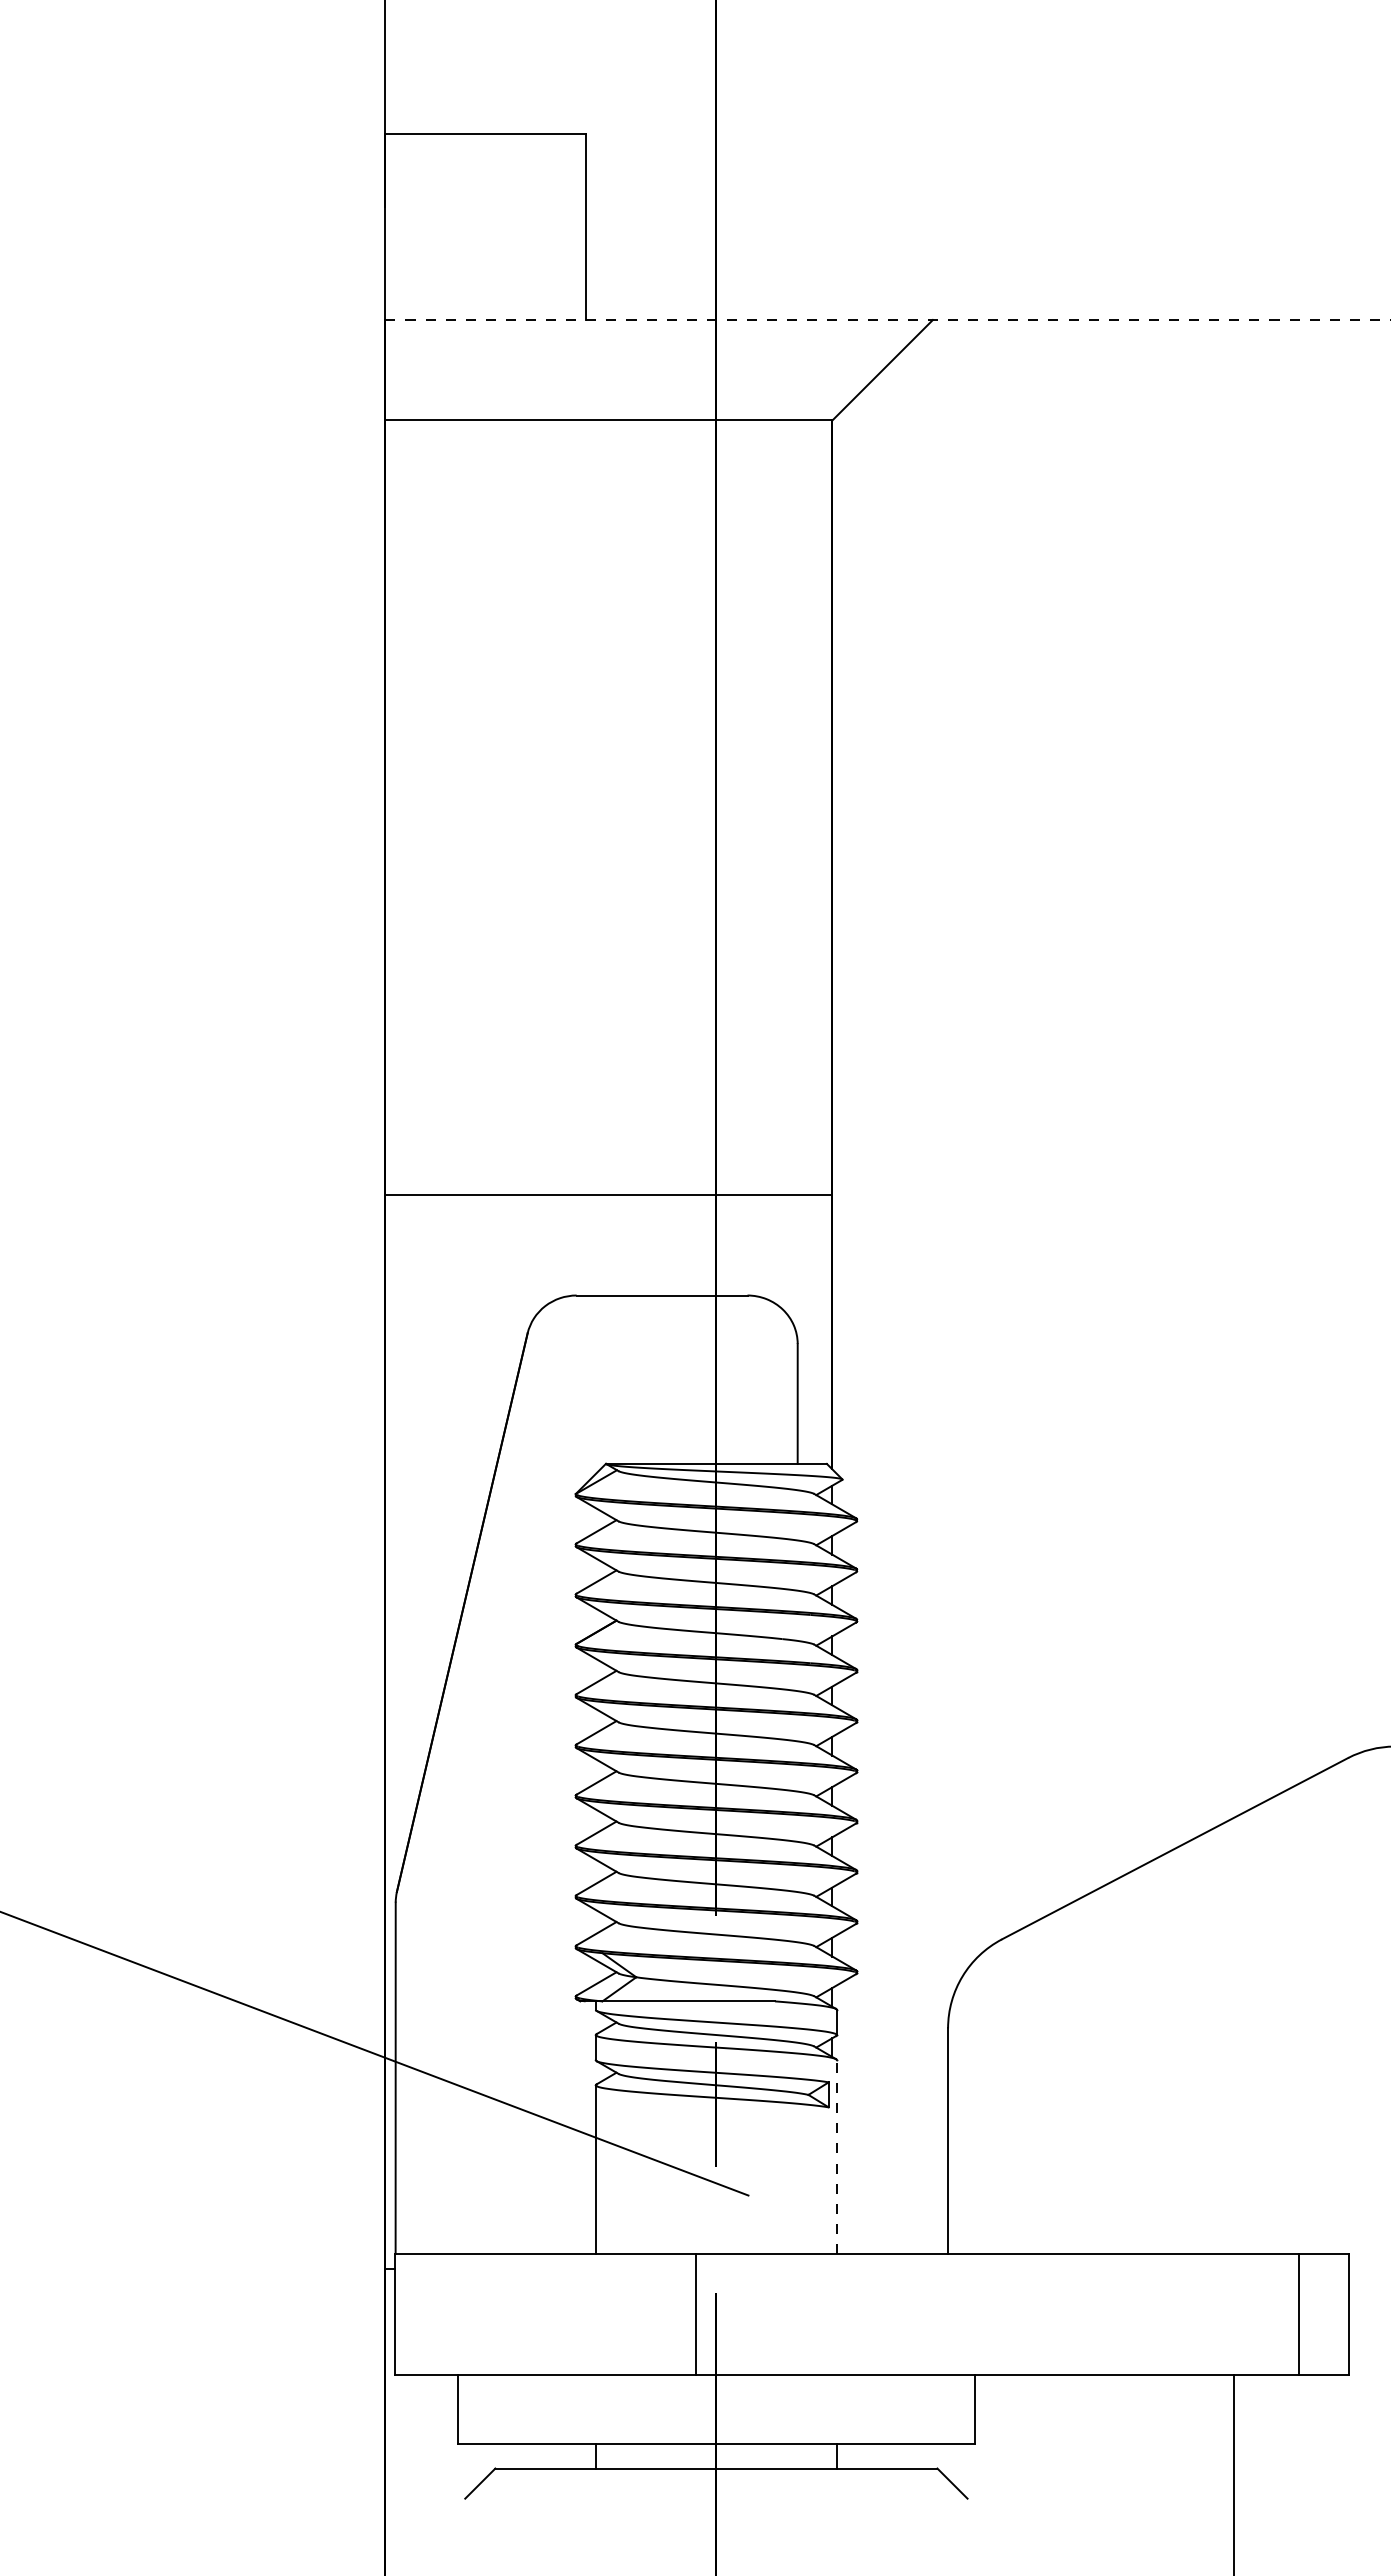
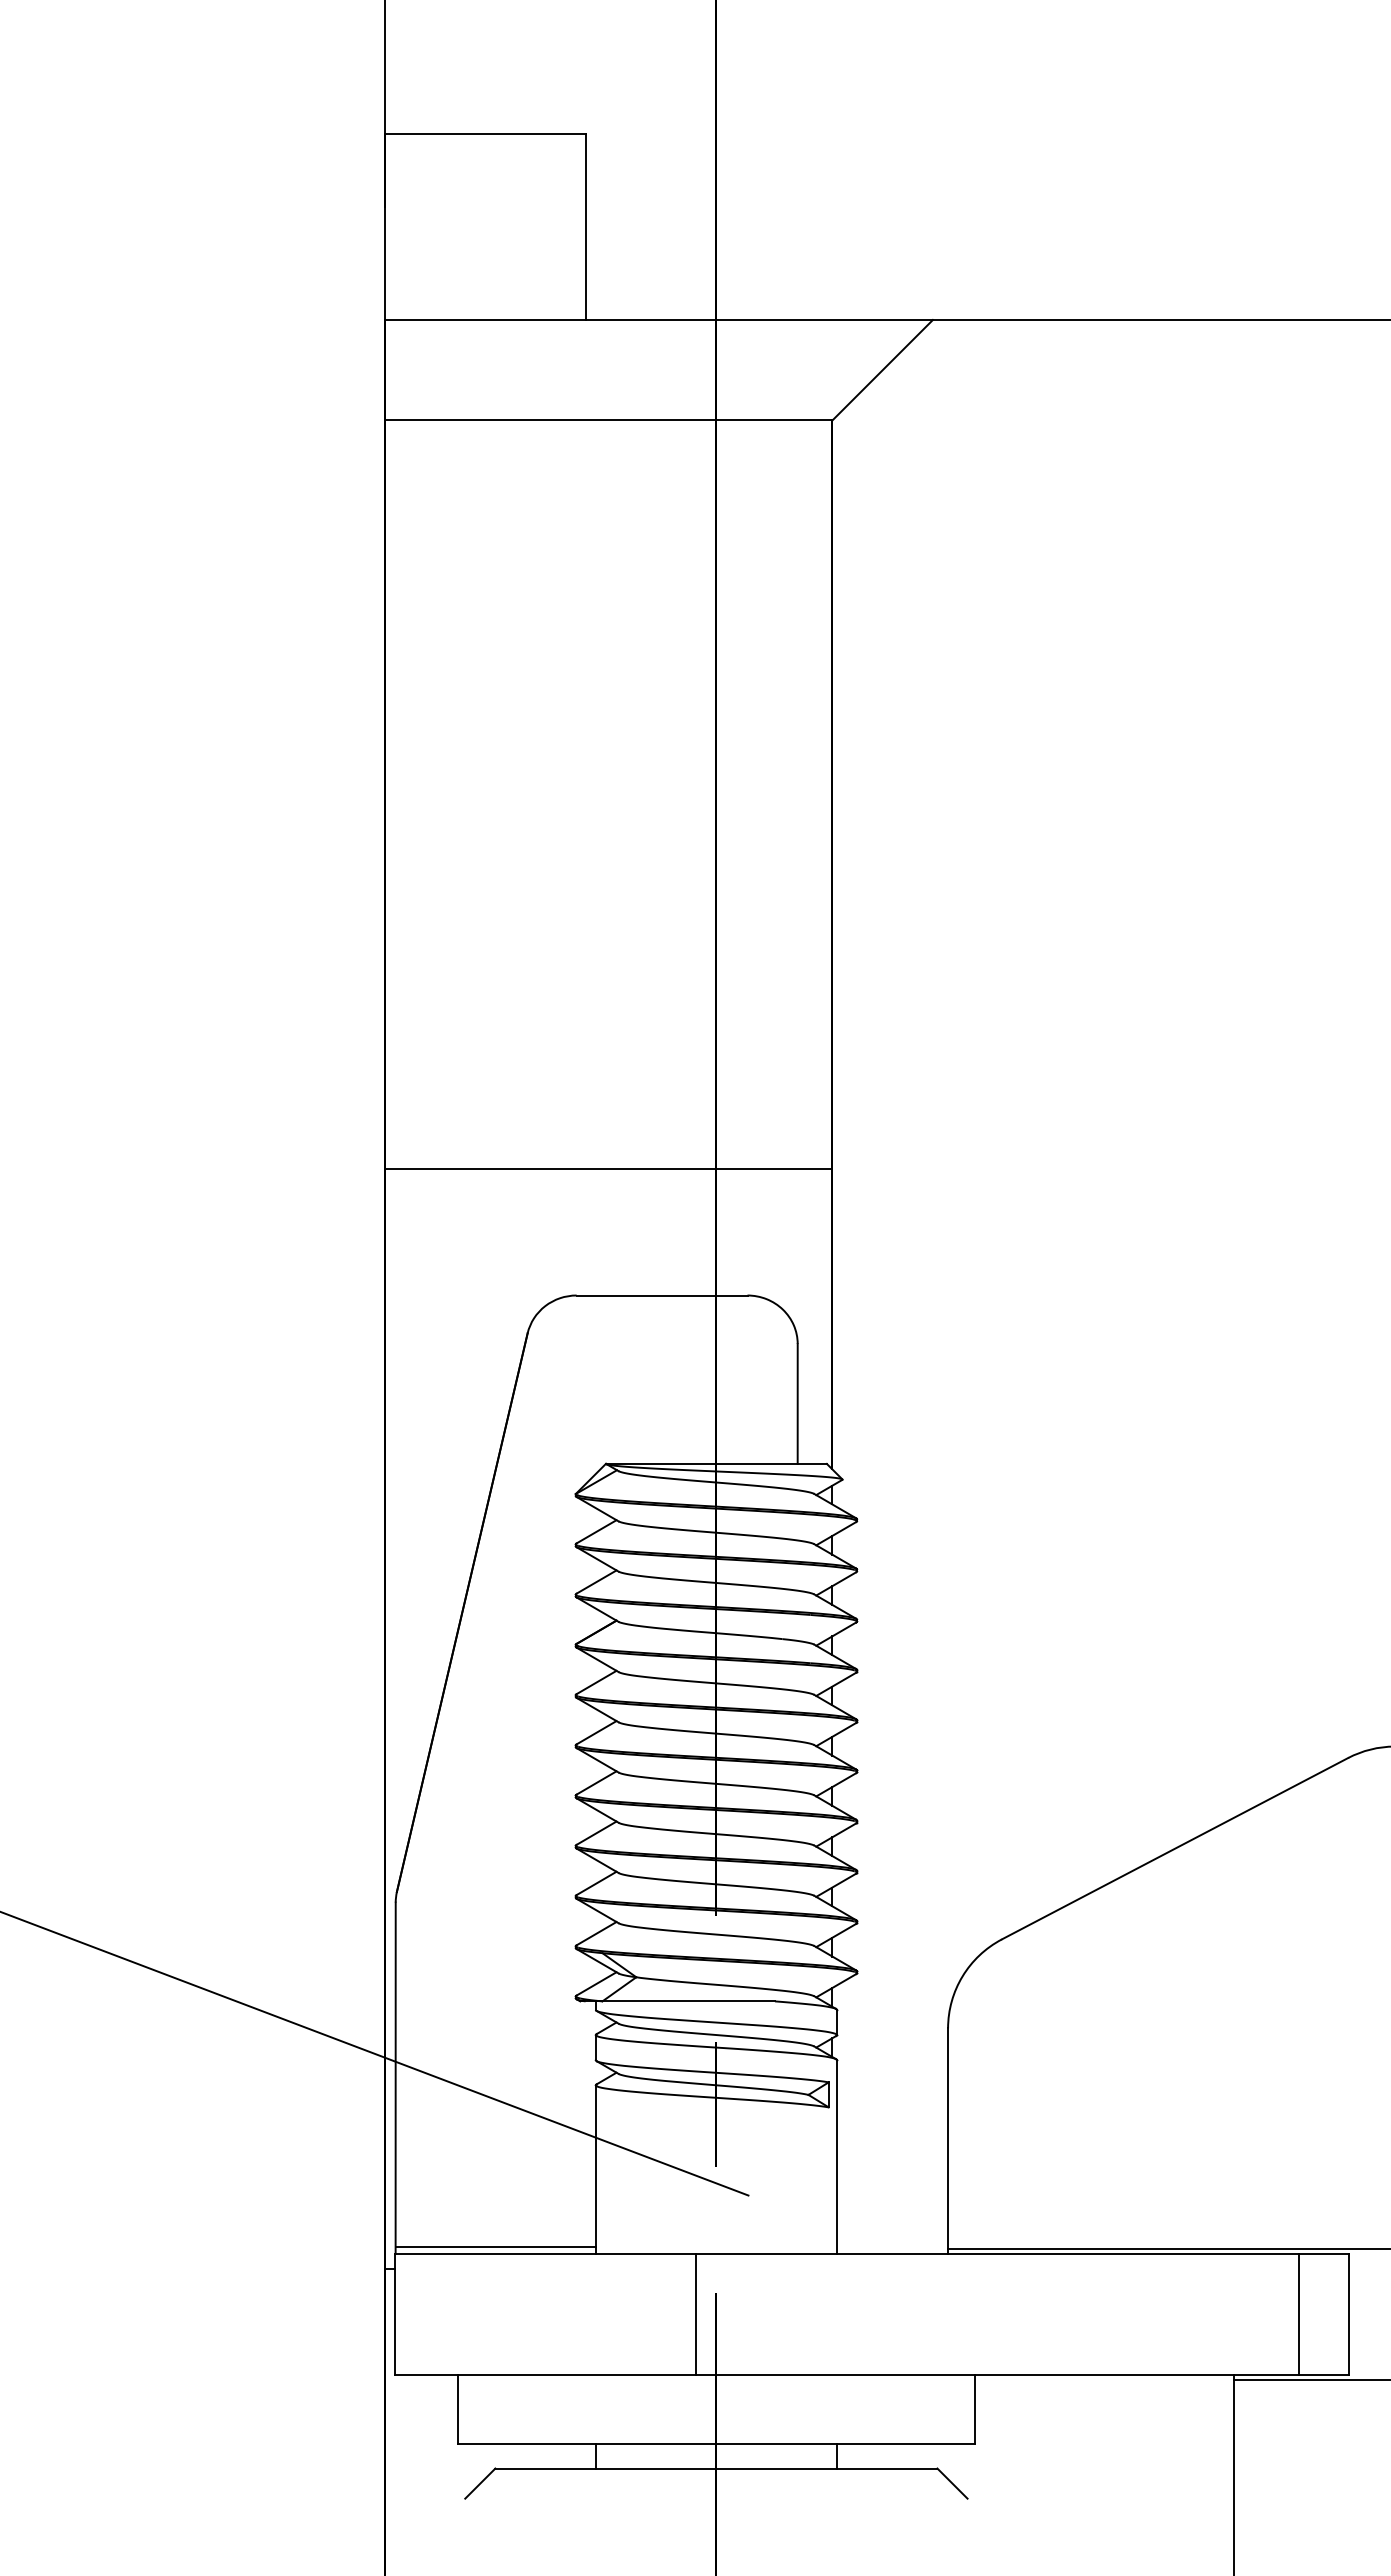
line at (888, 320): dashed -> solid
line at (608, 1194) position: (608, 1194) -> (608, 1168)
line at (836, 2157): dashed -> solid
line at (495, 2246): none -> present
line at (1167, 2248): none -> present
line at (1310, 2379): none -> present
